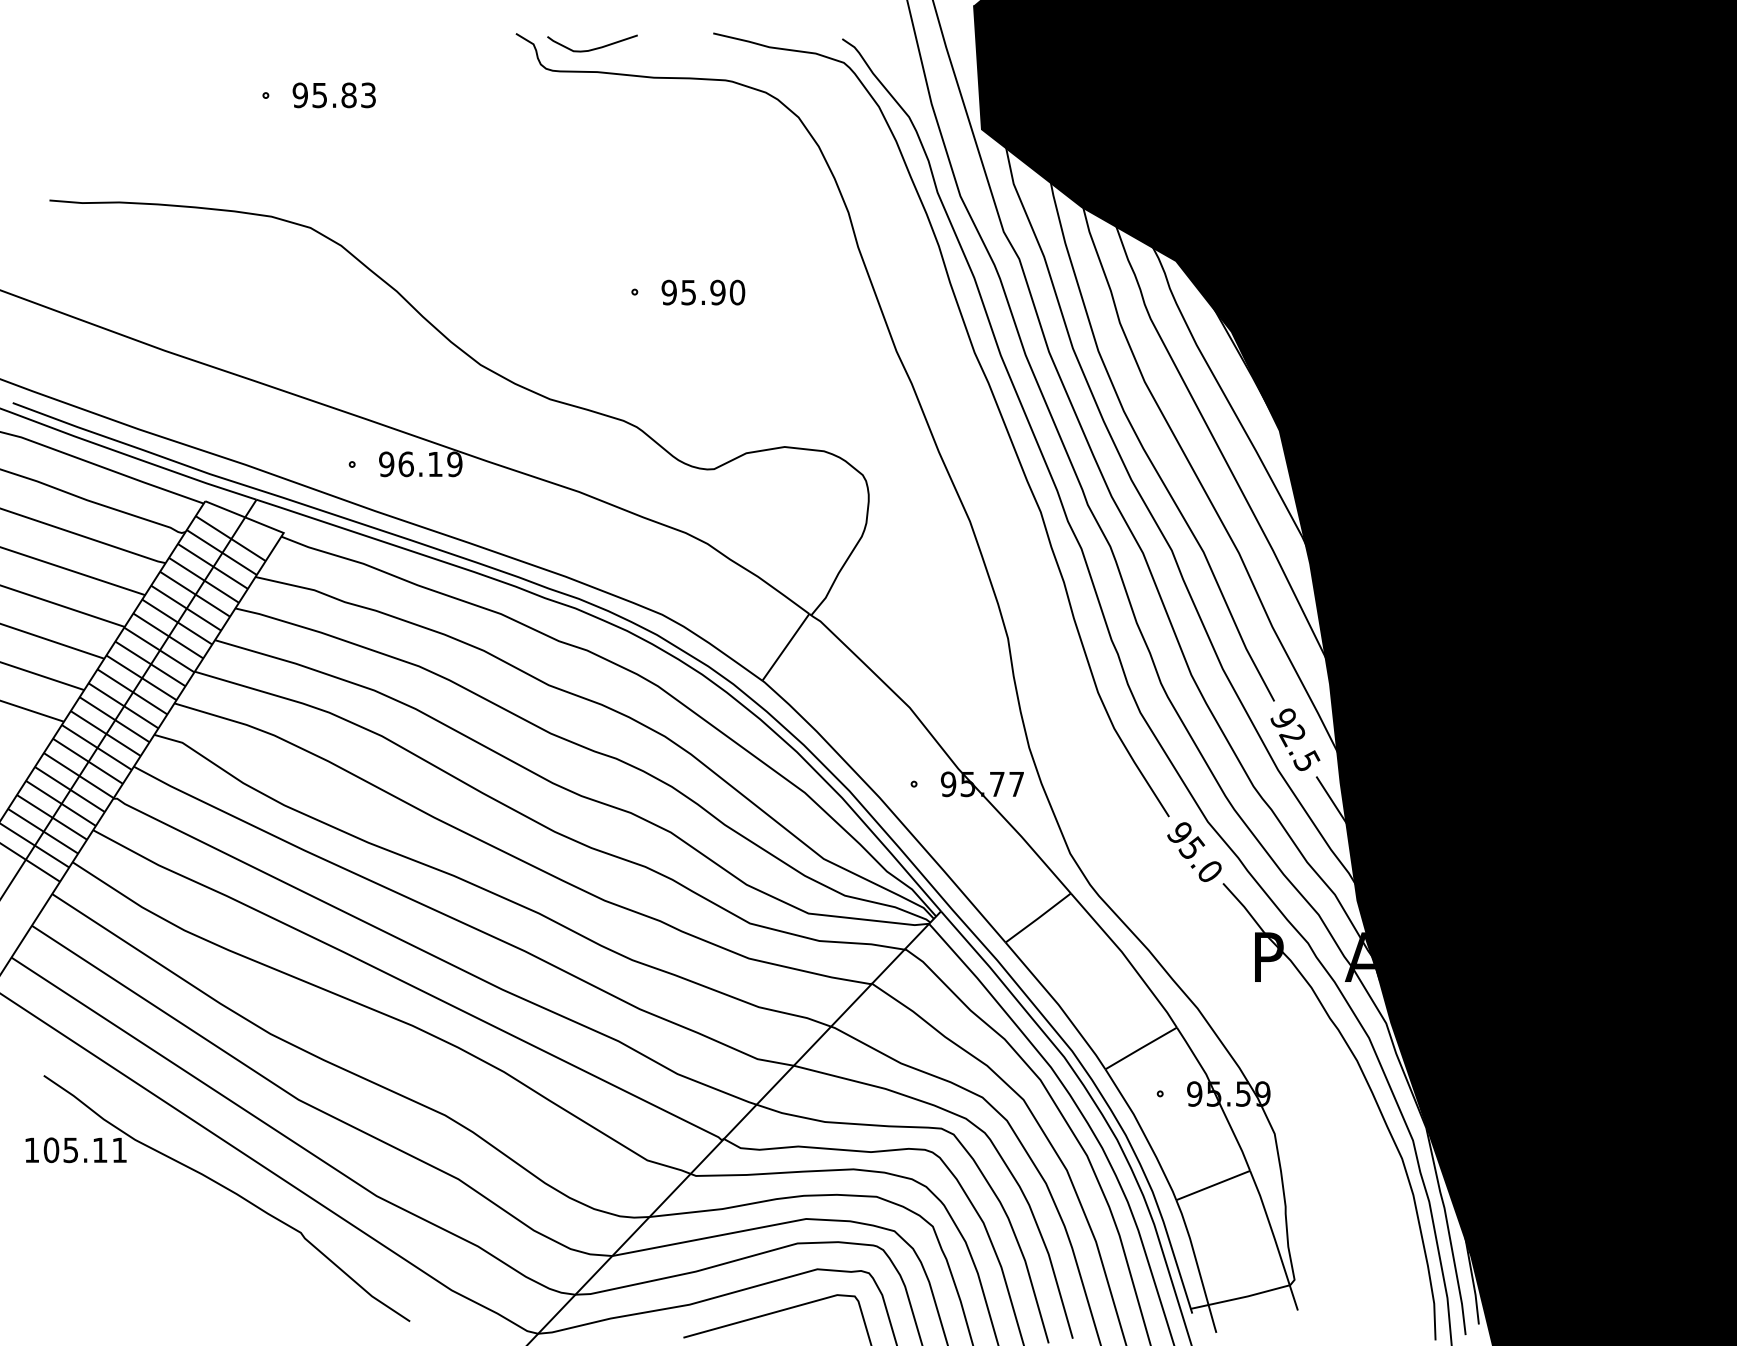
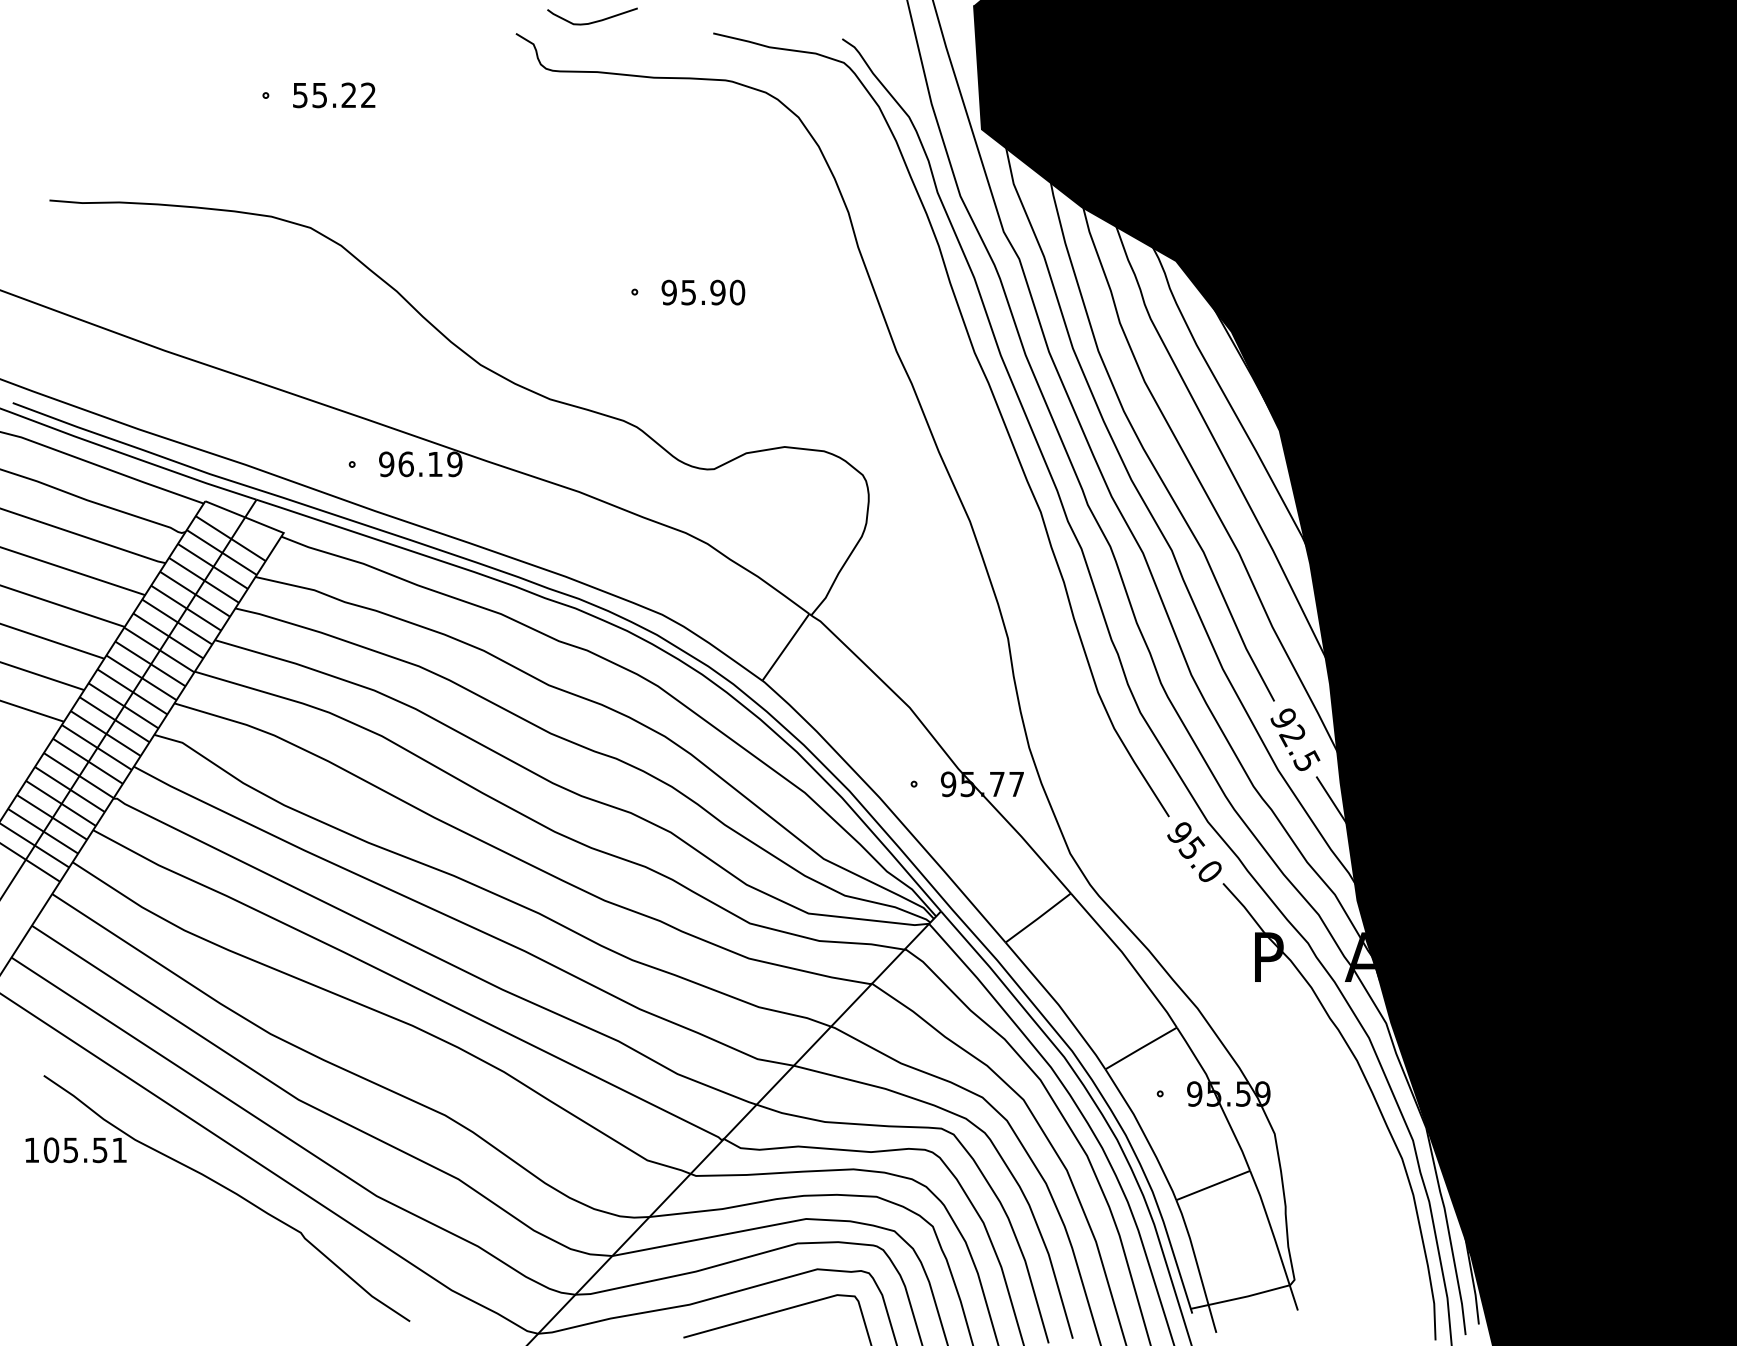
curve at (592, 48) position: (592, 48) -> (592, 21)
text at (333, 95): 95.83 -> 55.22
text at (99, 1150): 105.11 -> 105.51
